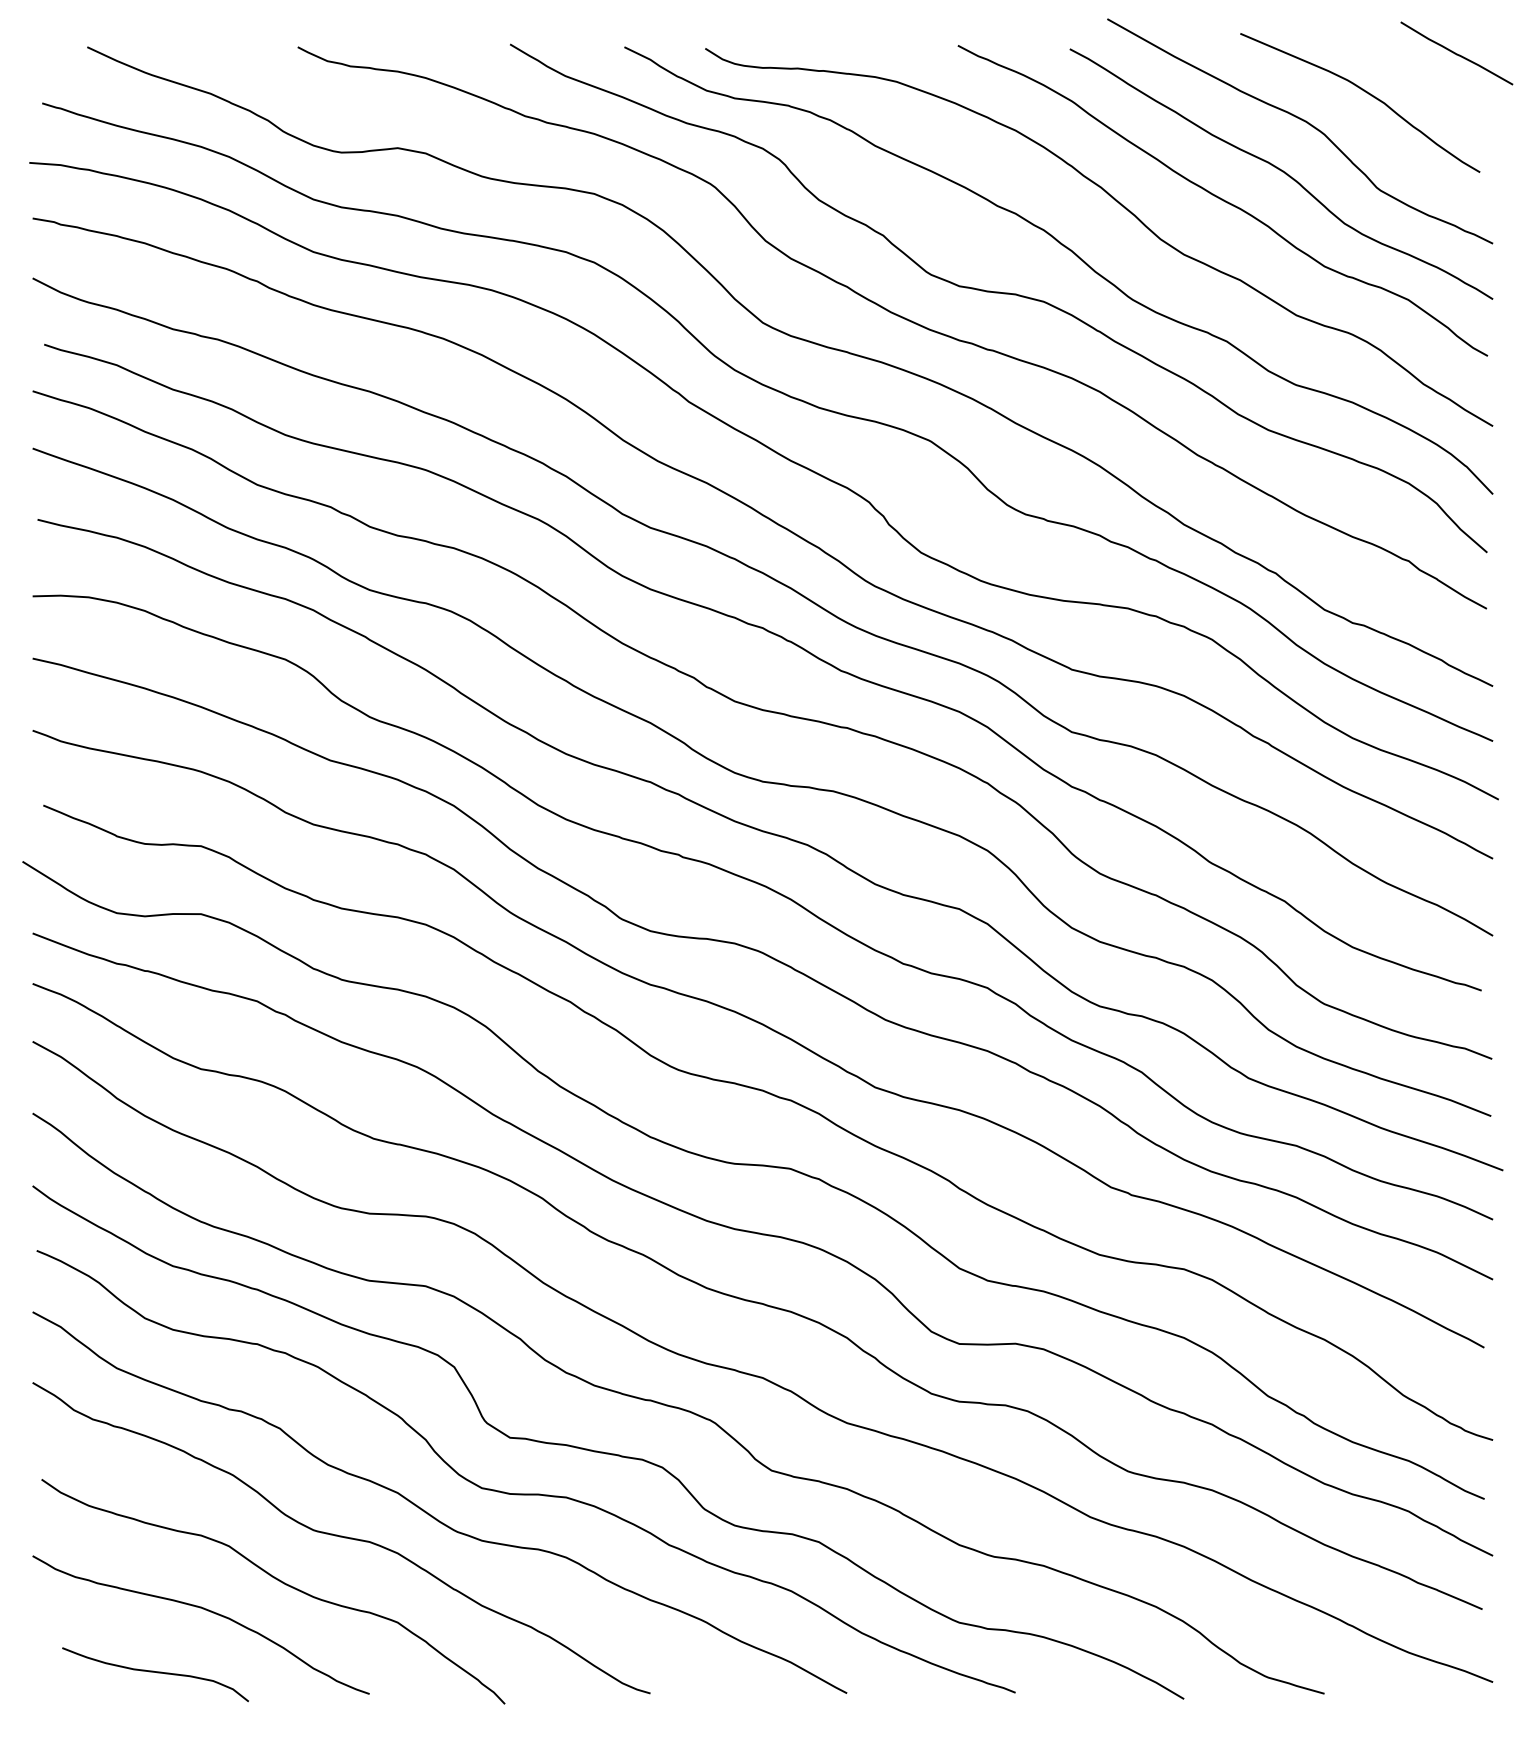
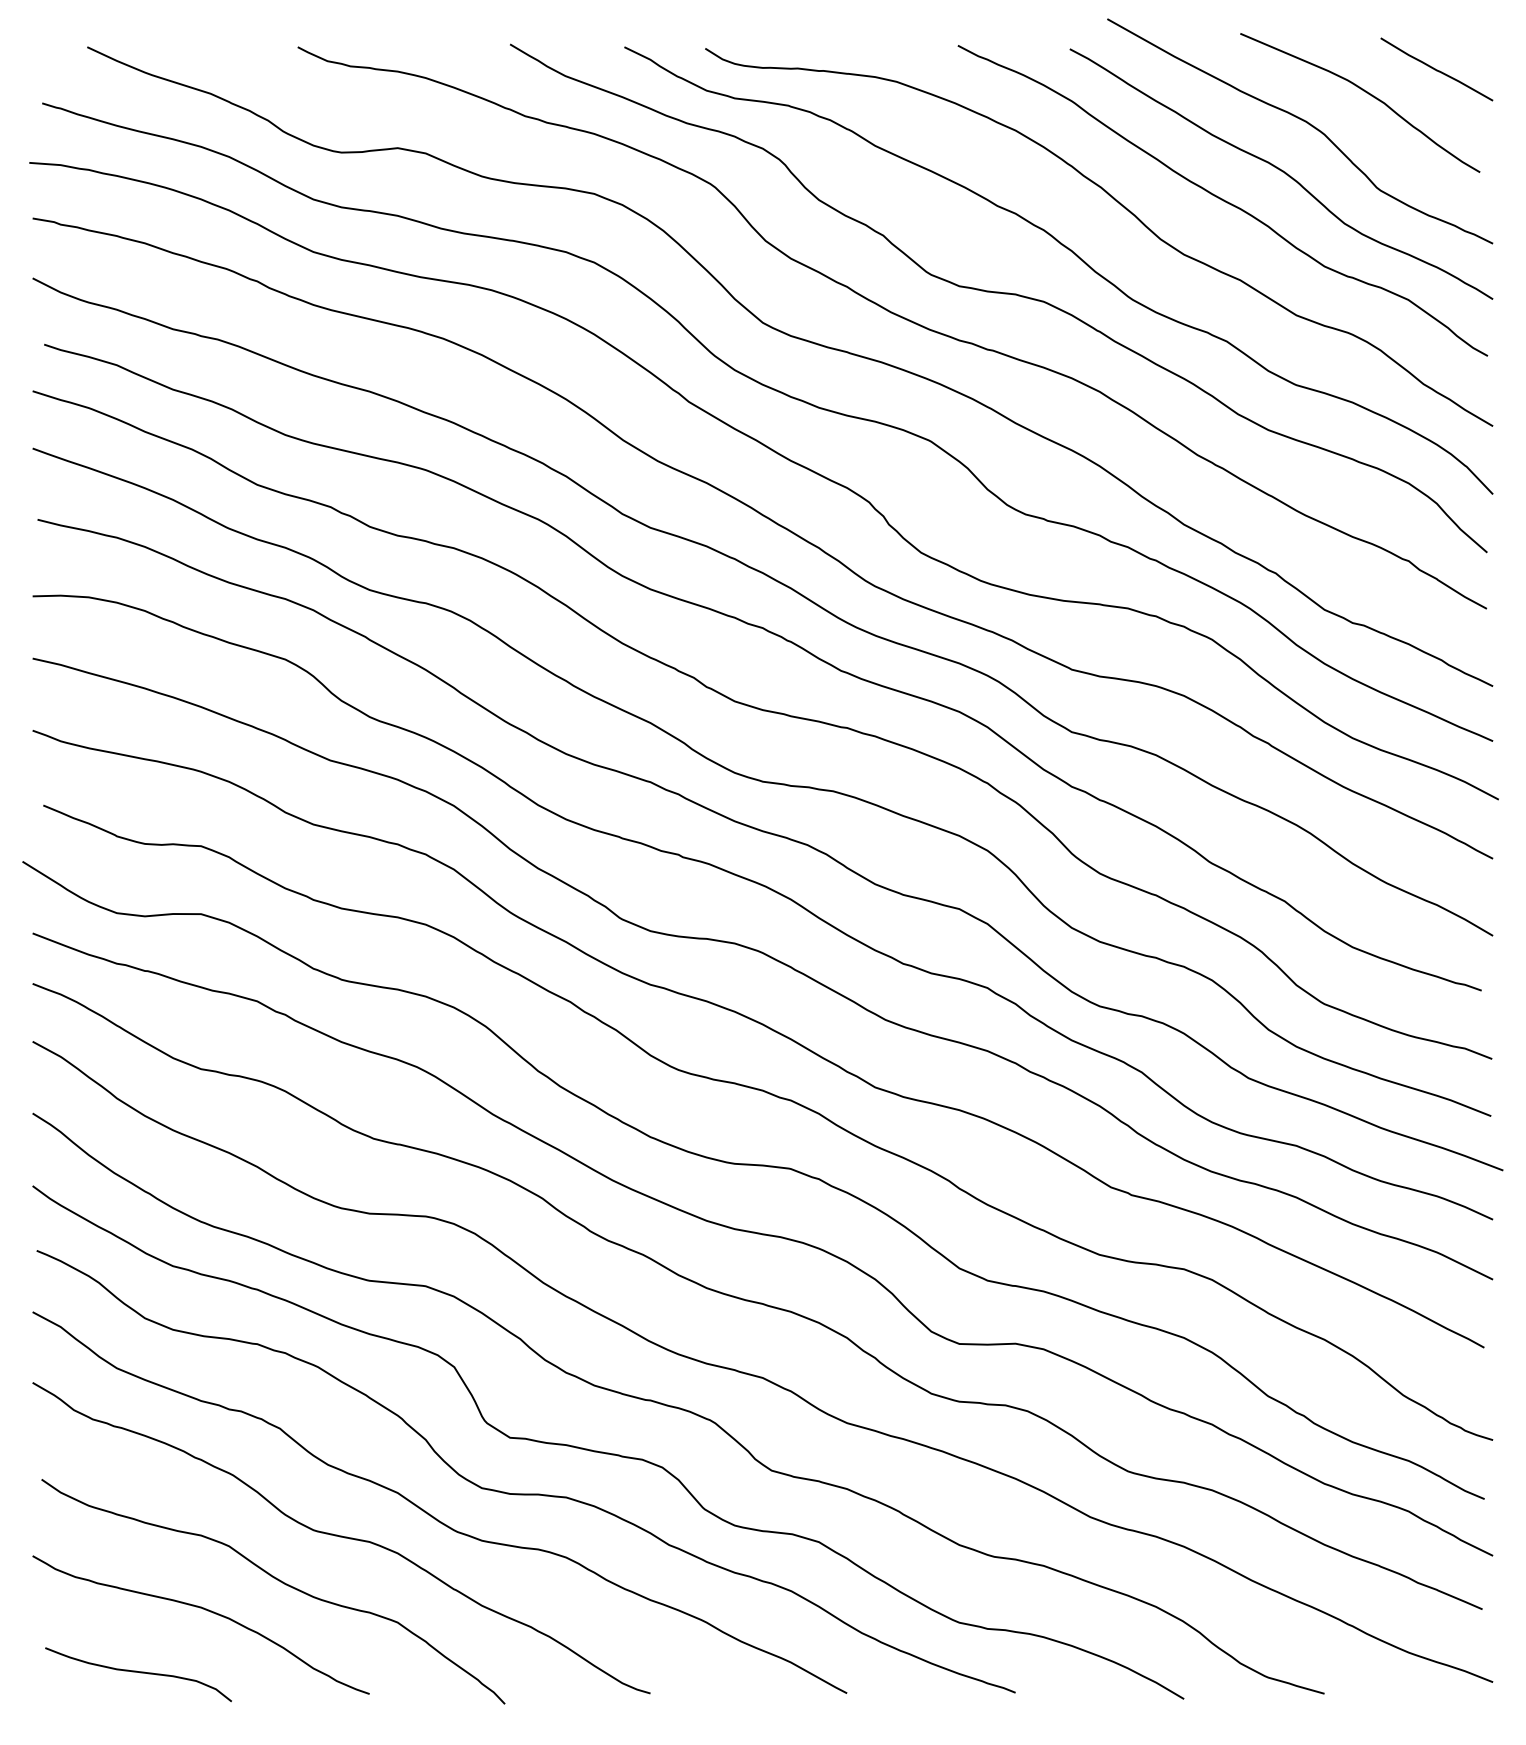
curve at (1456, 53) position: (1456, 53) -> (1436, 69)
curve at (155, 1672) position: (155, 1672) -> (138, 1672)
